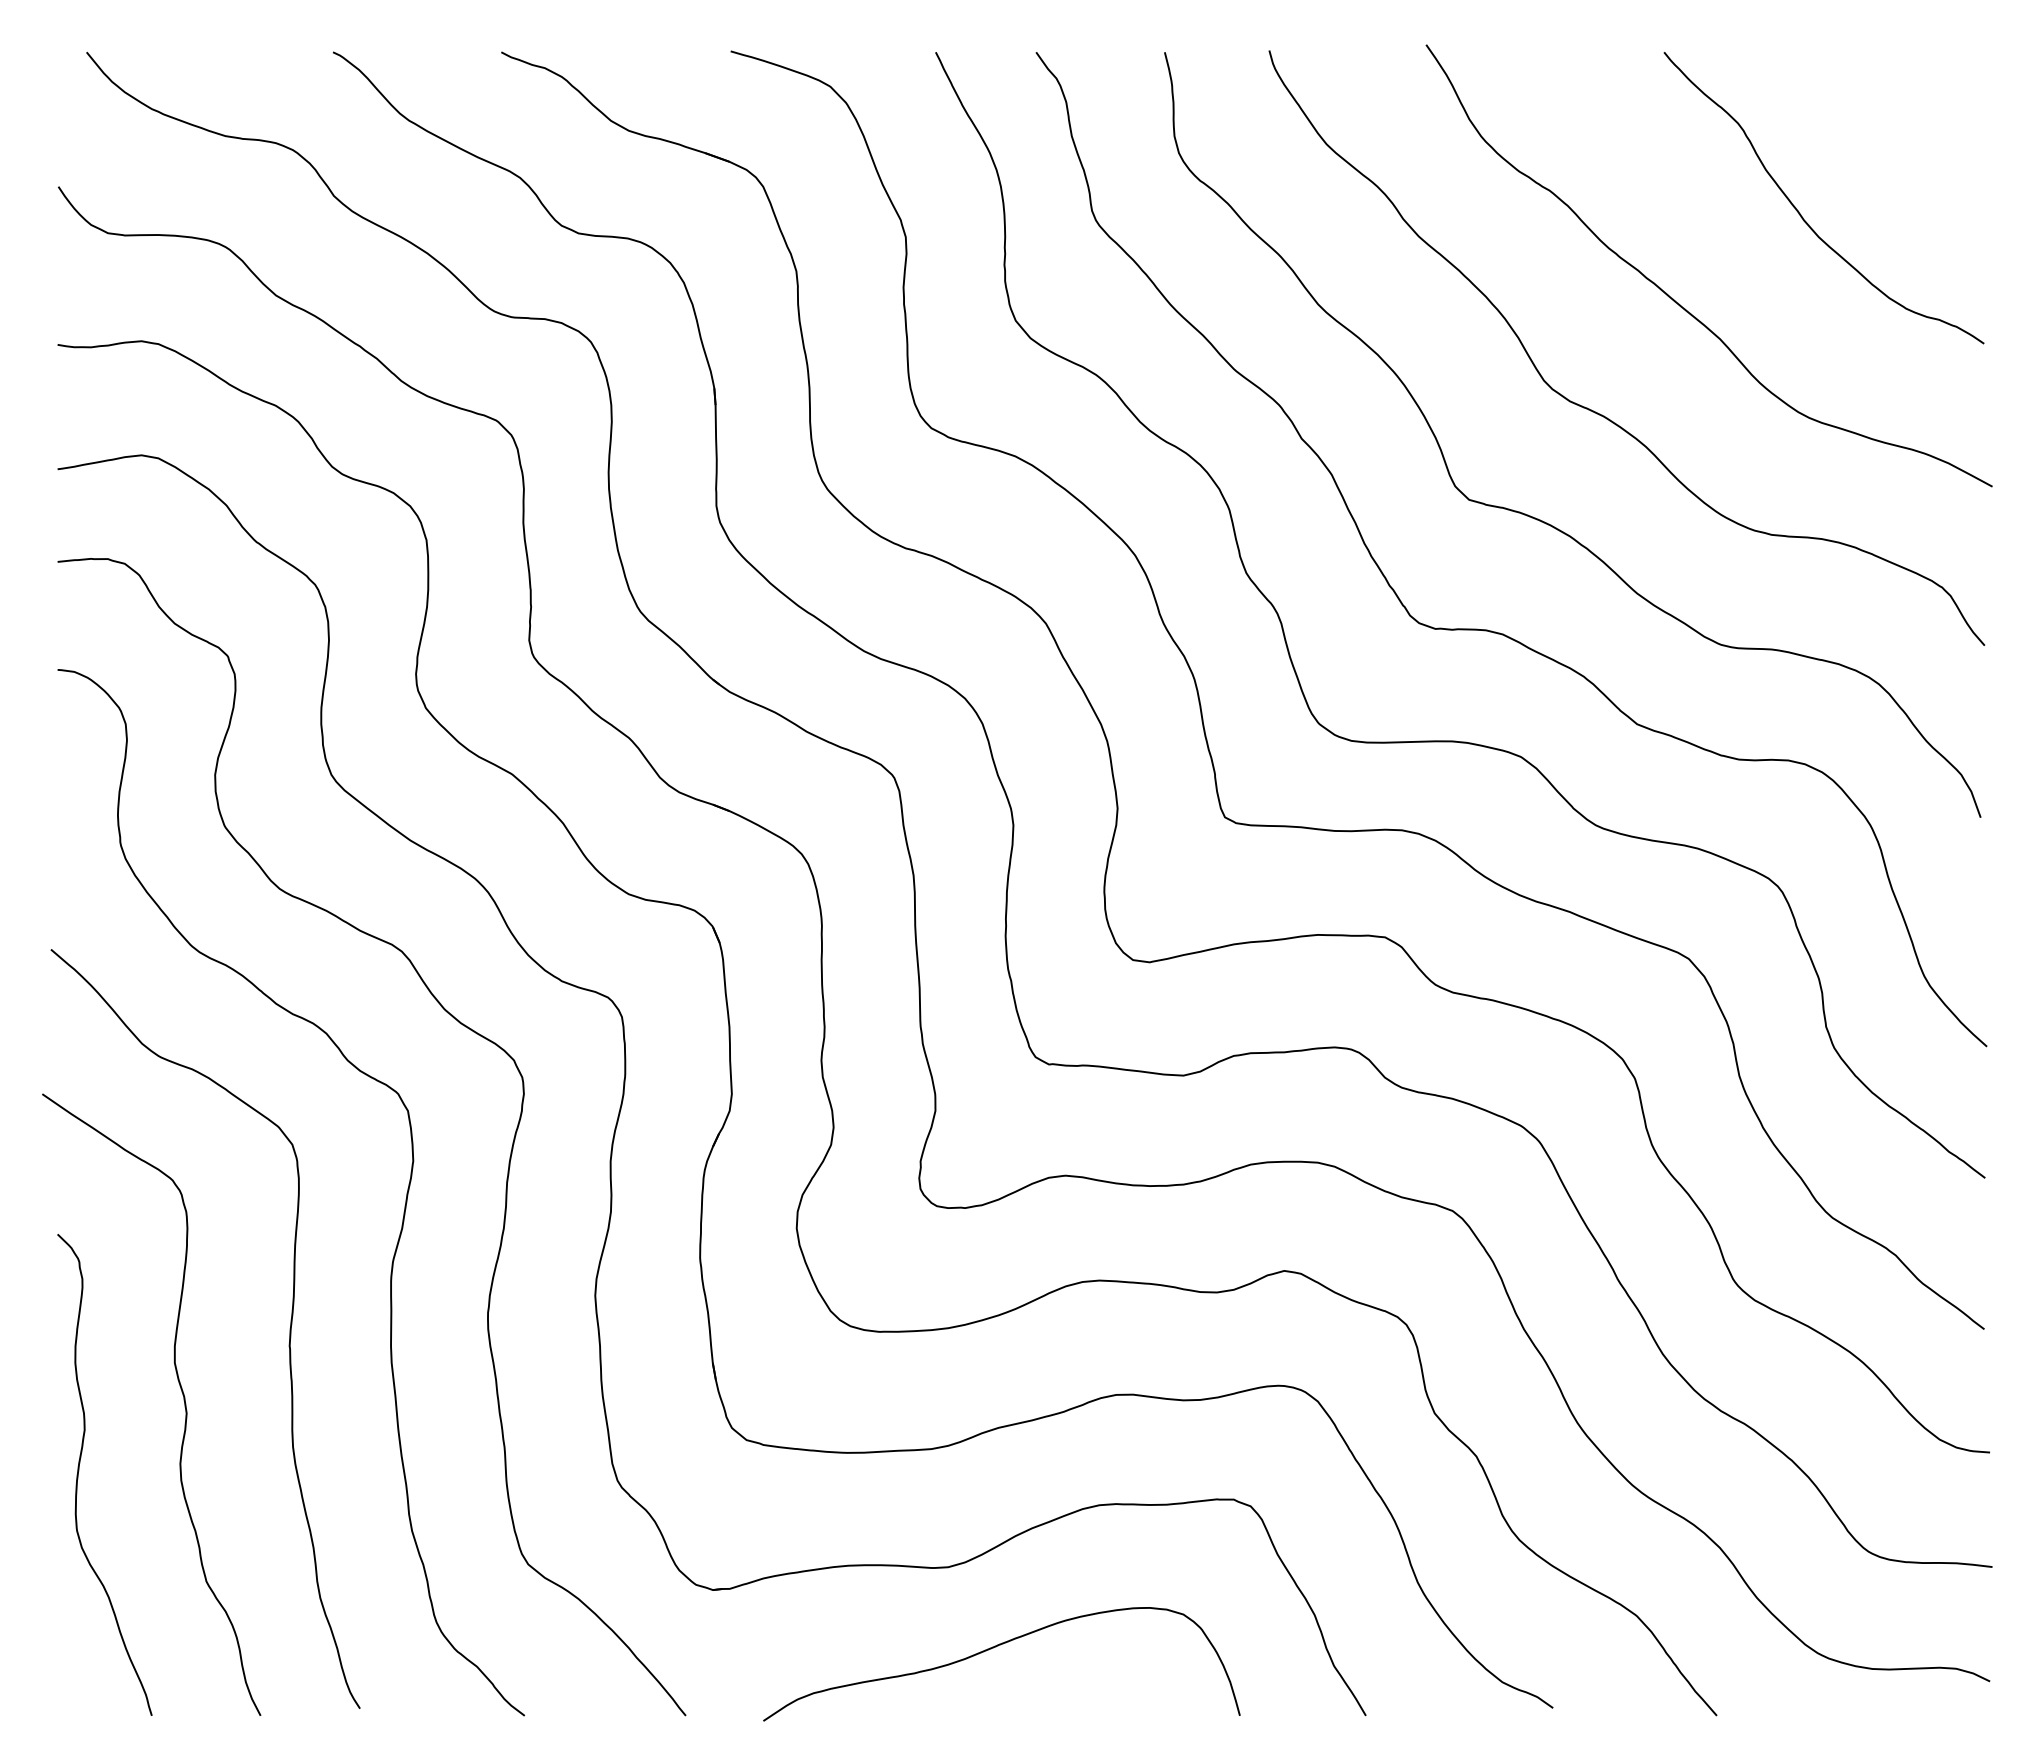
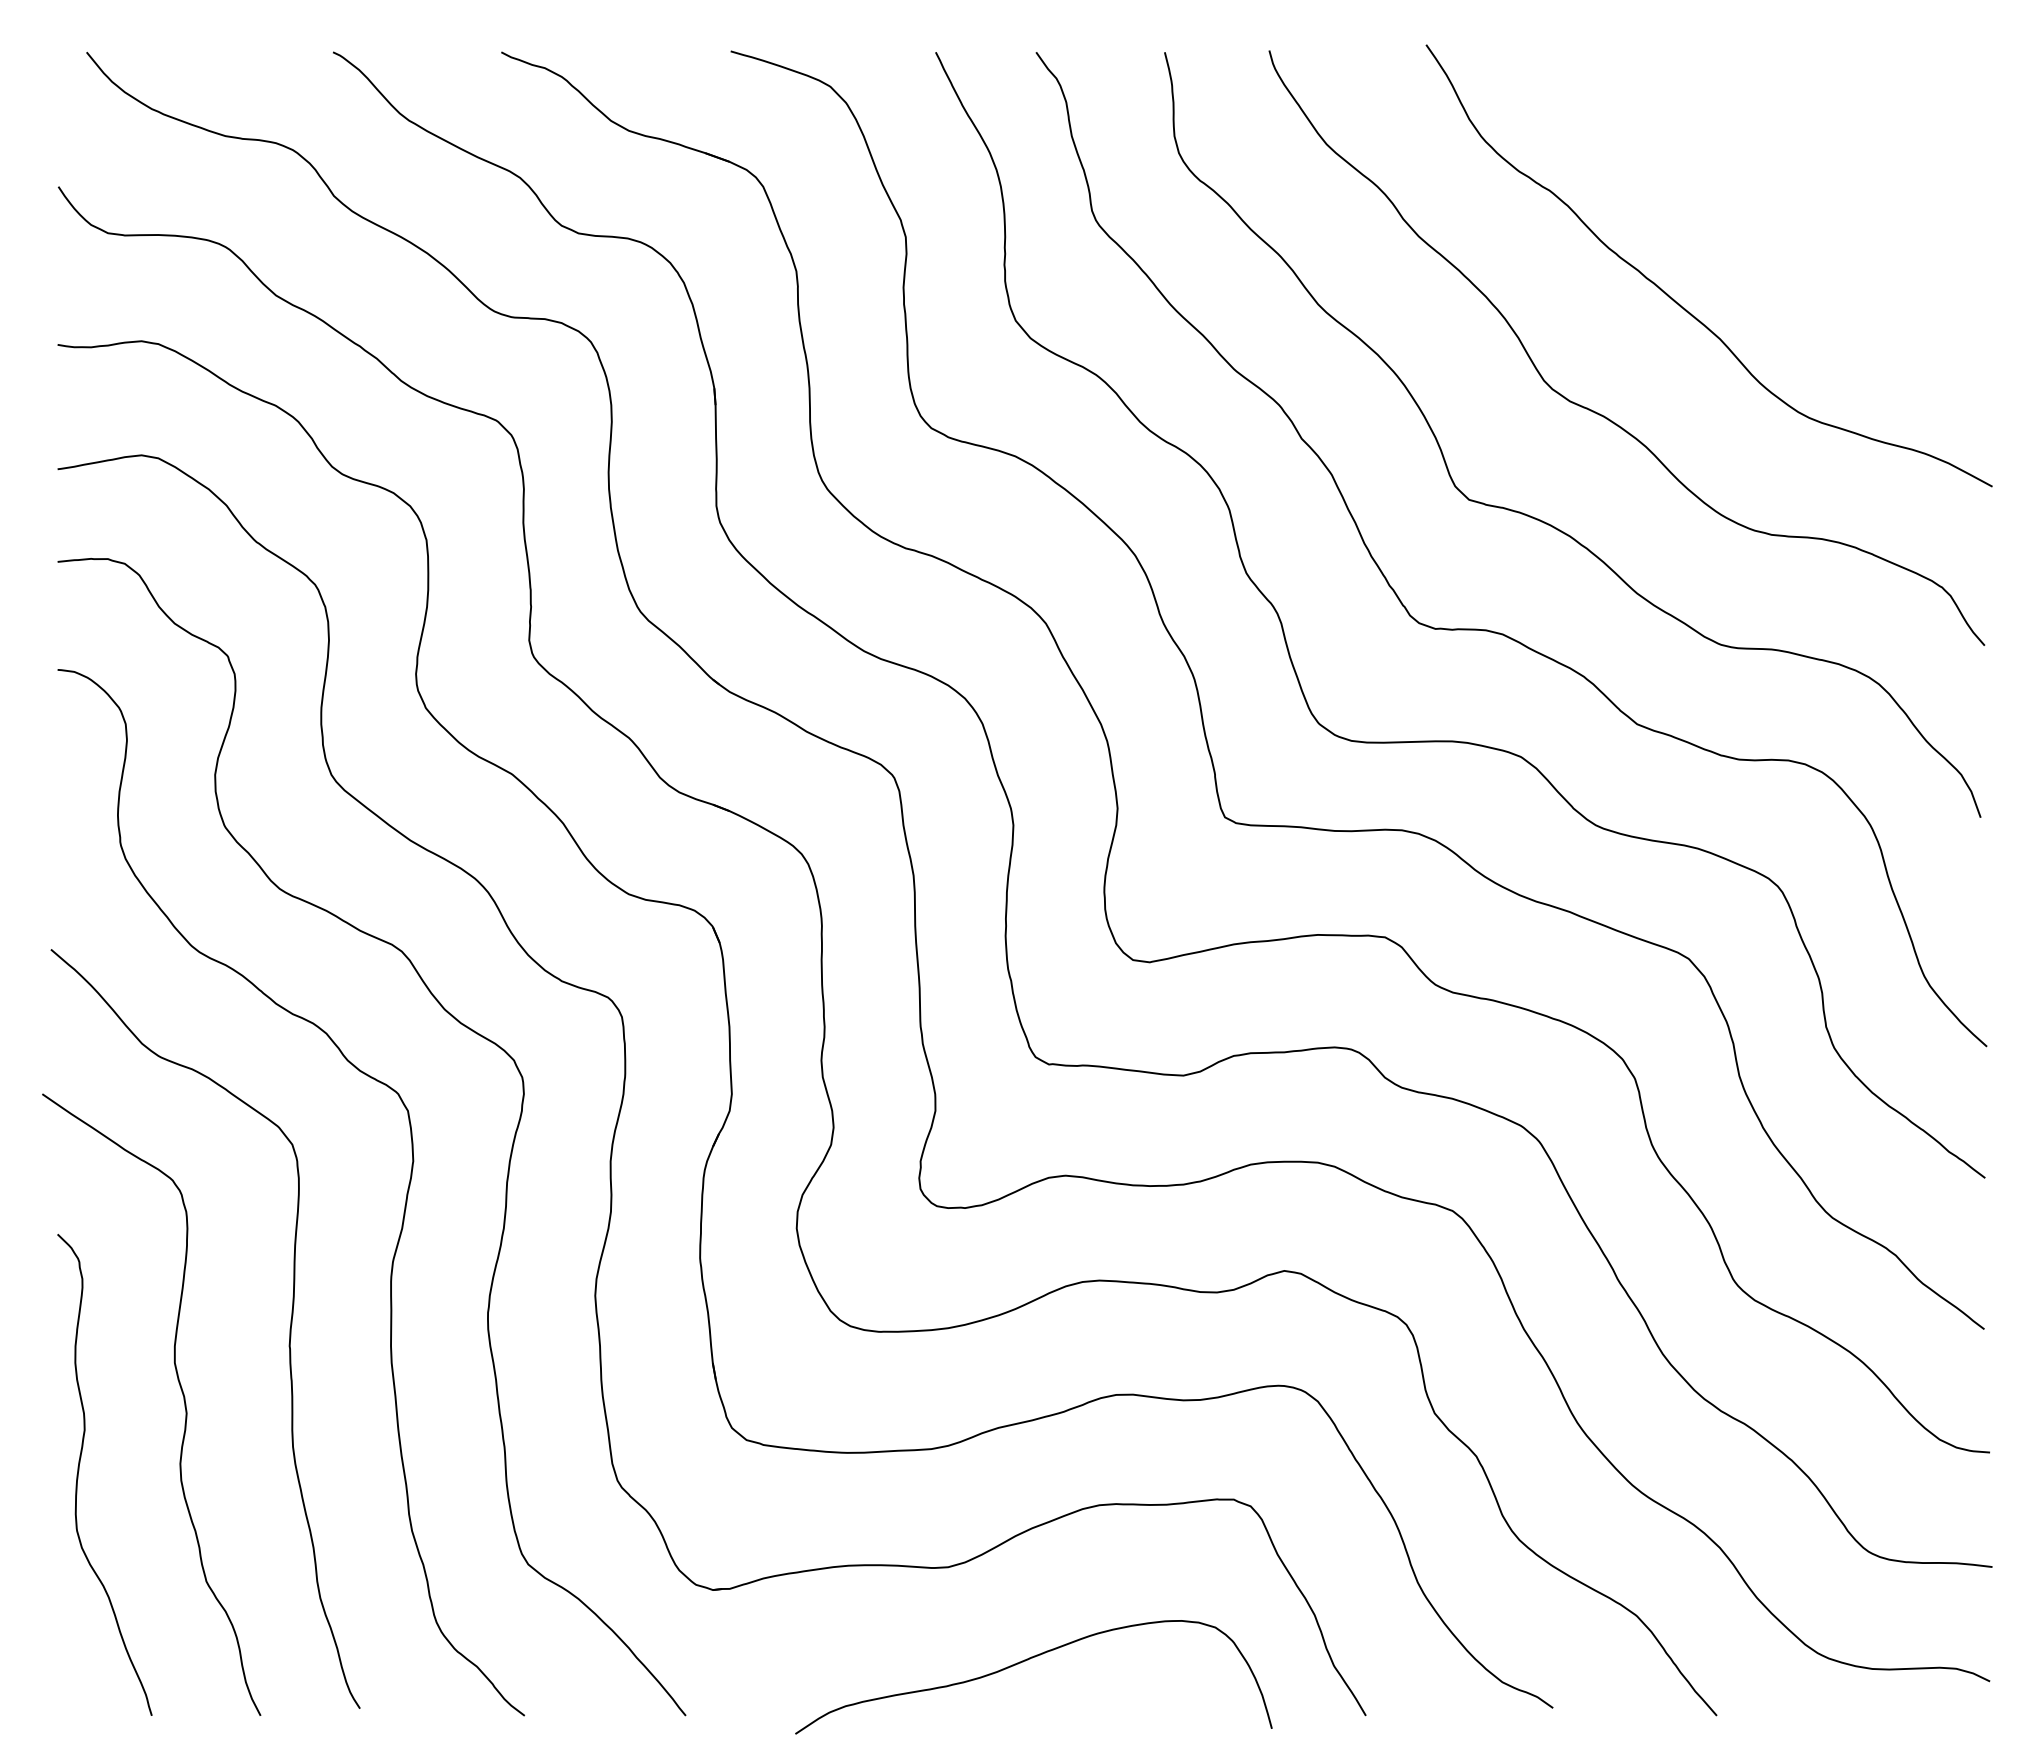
curve at (1801, 214): present -> none
curve at (996, 1647) position: (996, 1647) -> (1028, 1660)
